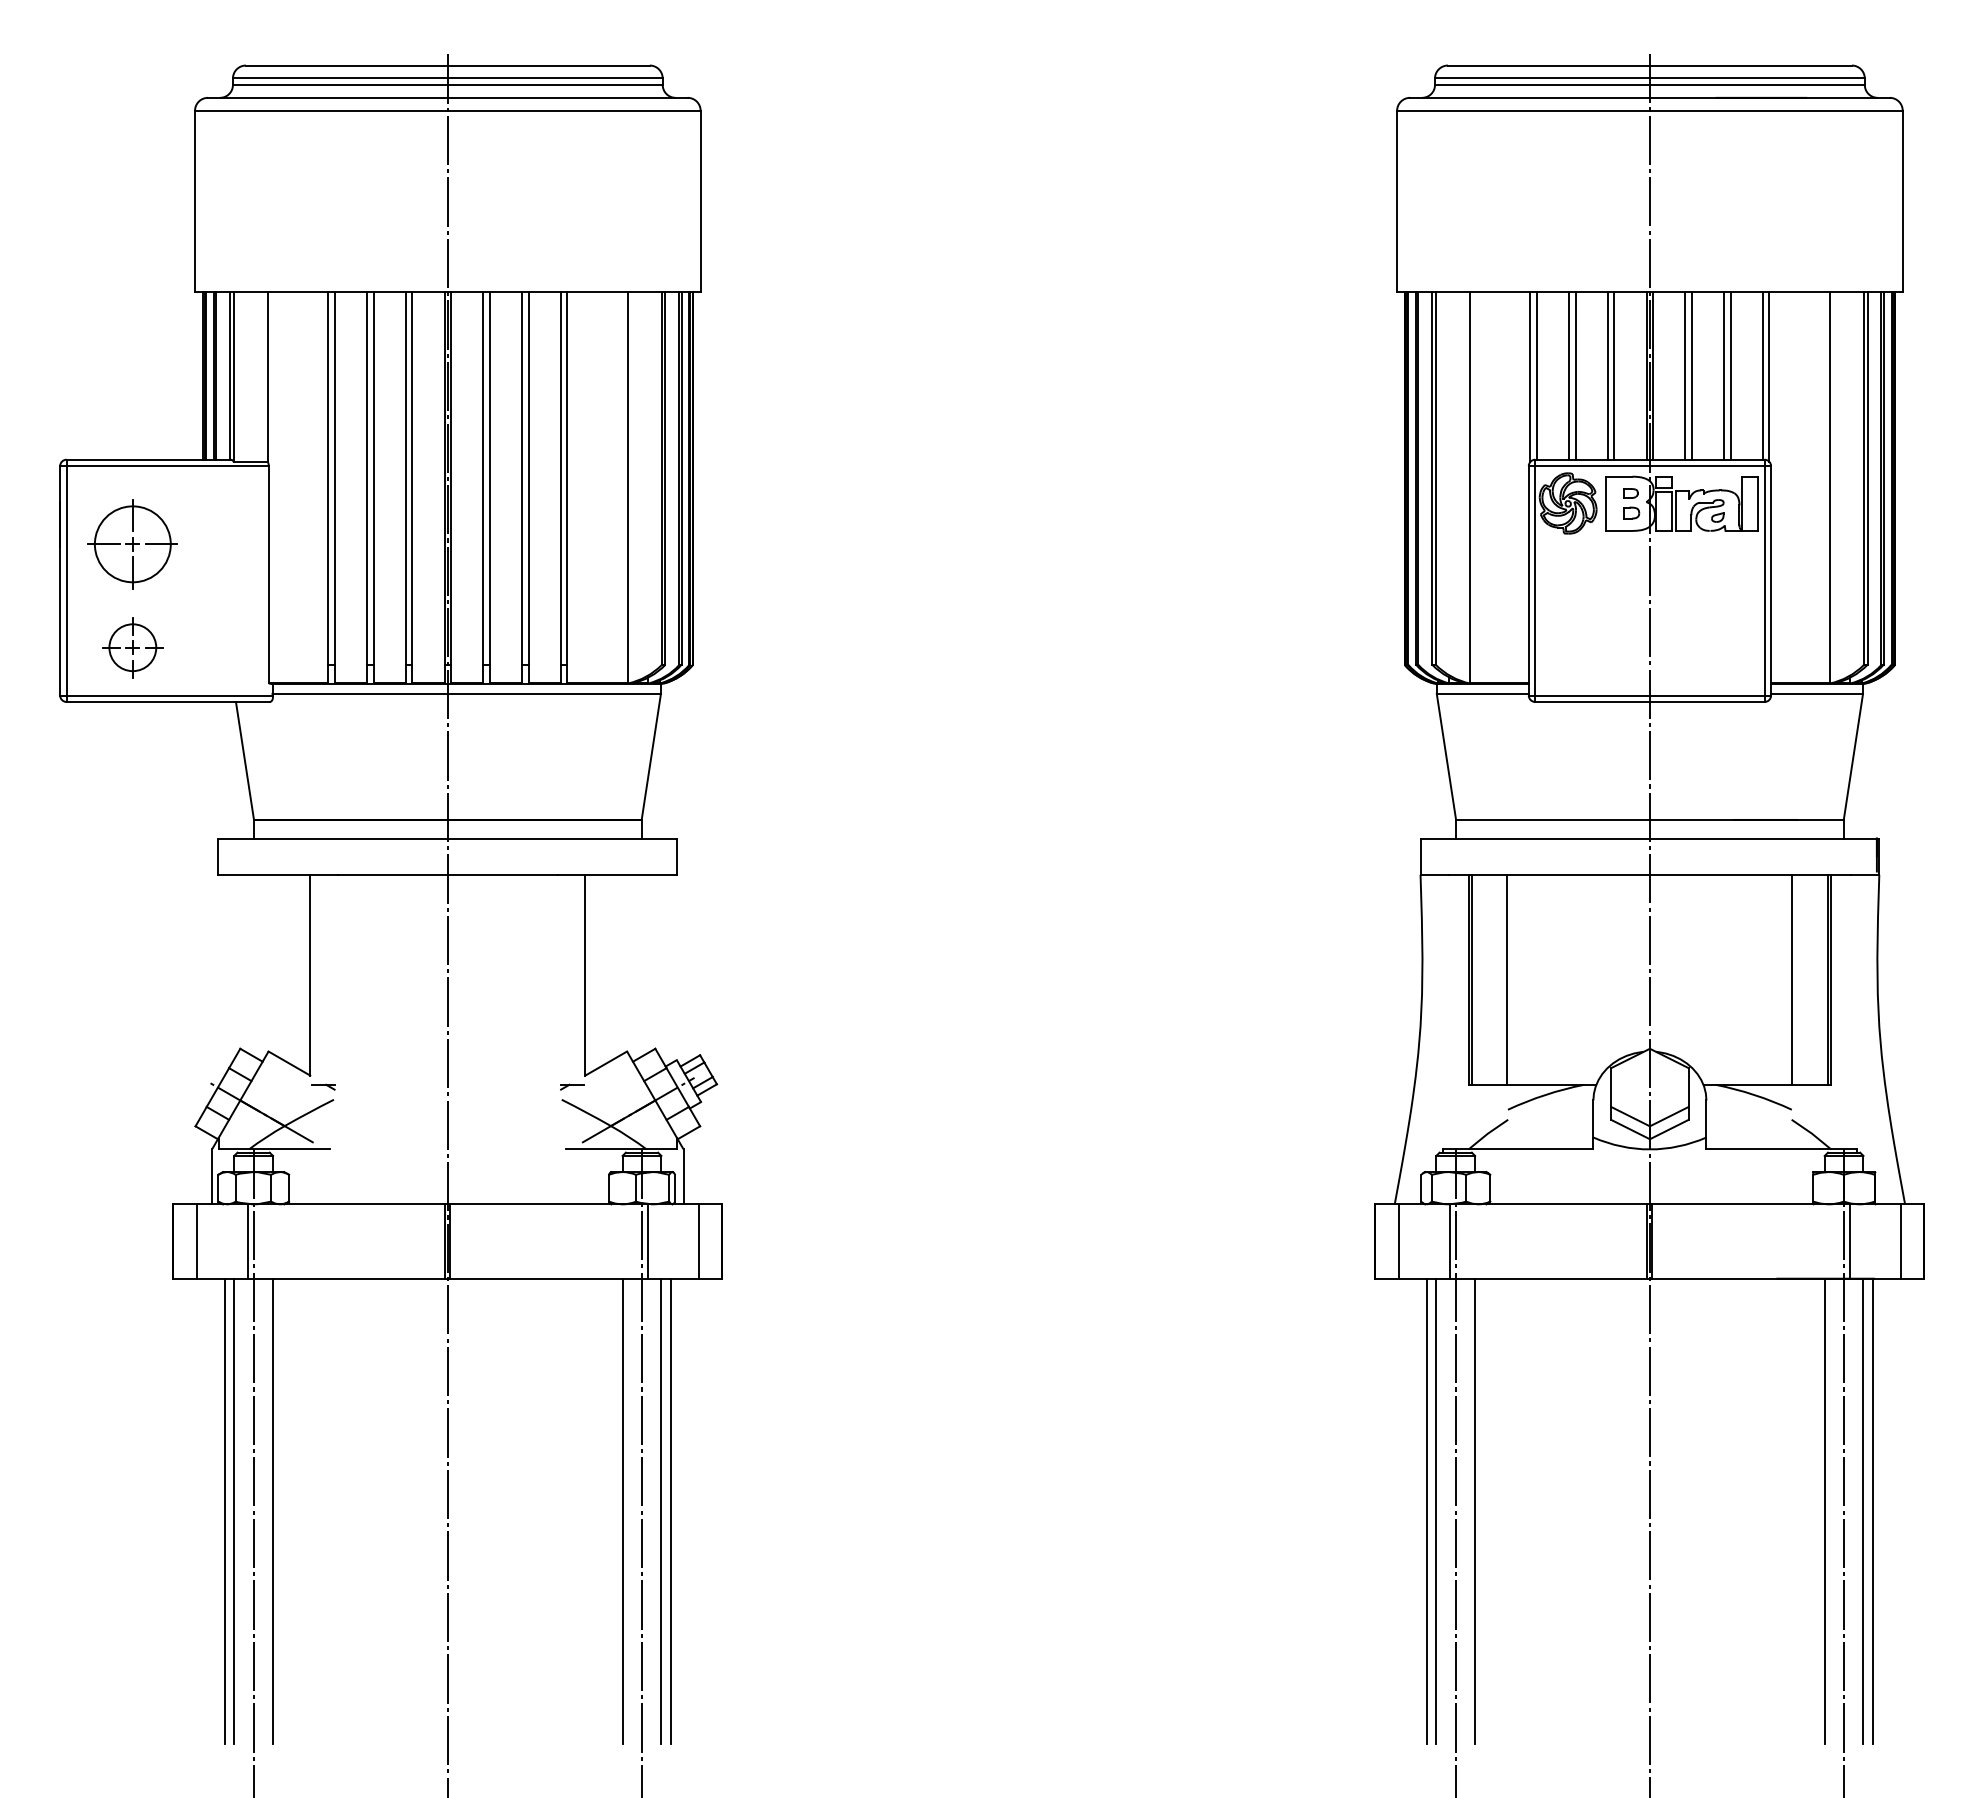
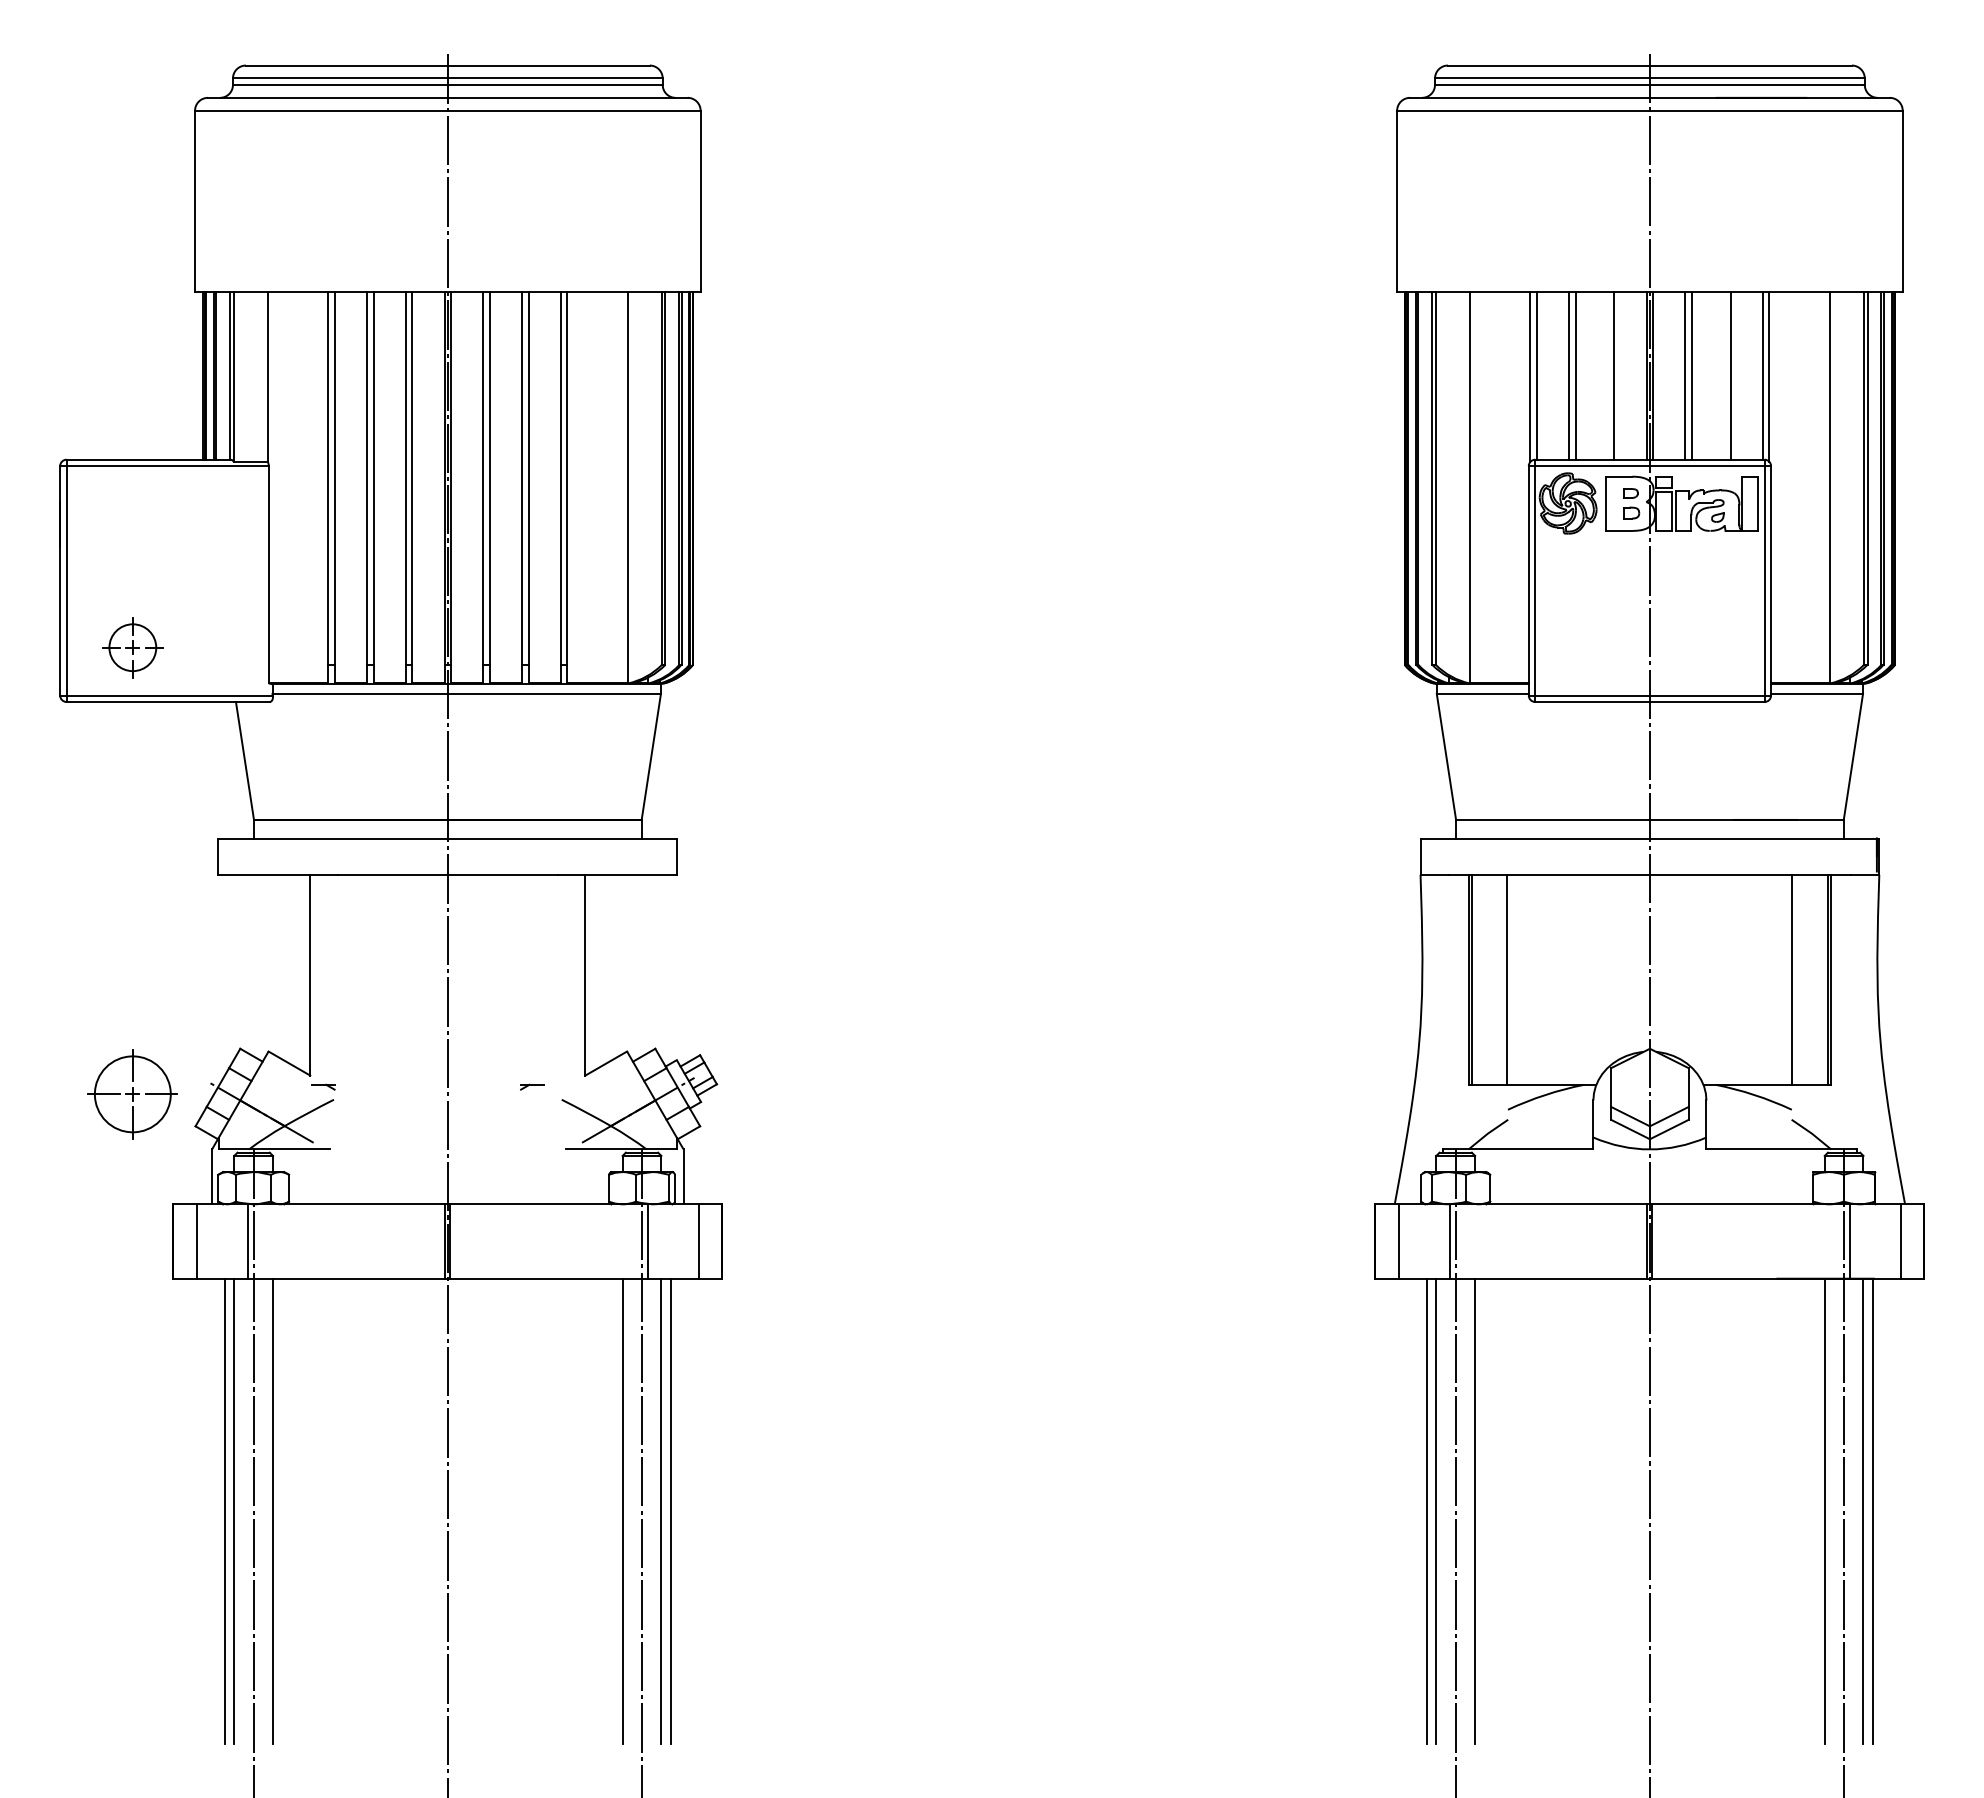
line at (1607, 375): present -> none
line at (1724, 375): present -> none
part at (132, 544) position: (132, 544) -> (132, 1094)
part at (572, 1086) position: (572, 1086) -> (532, 1086)
